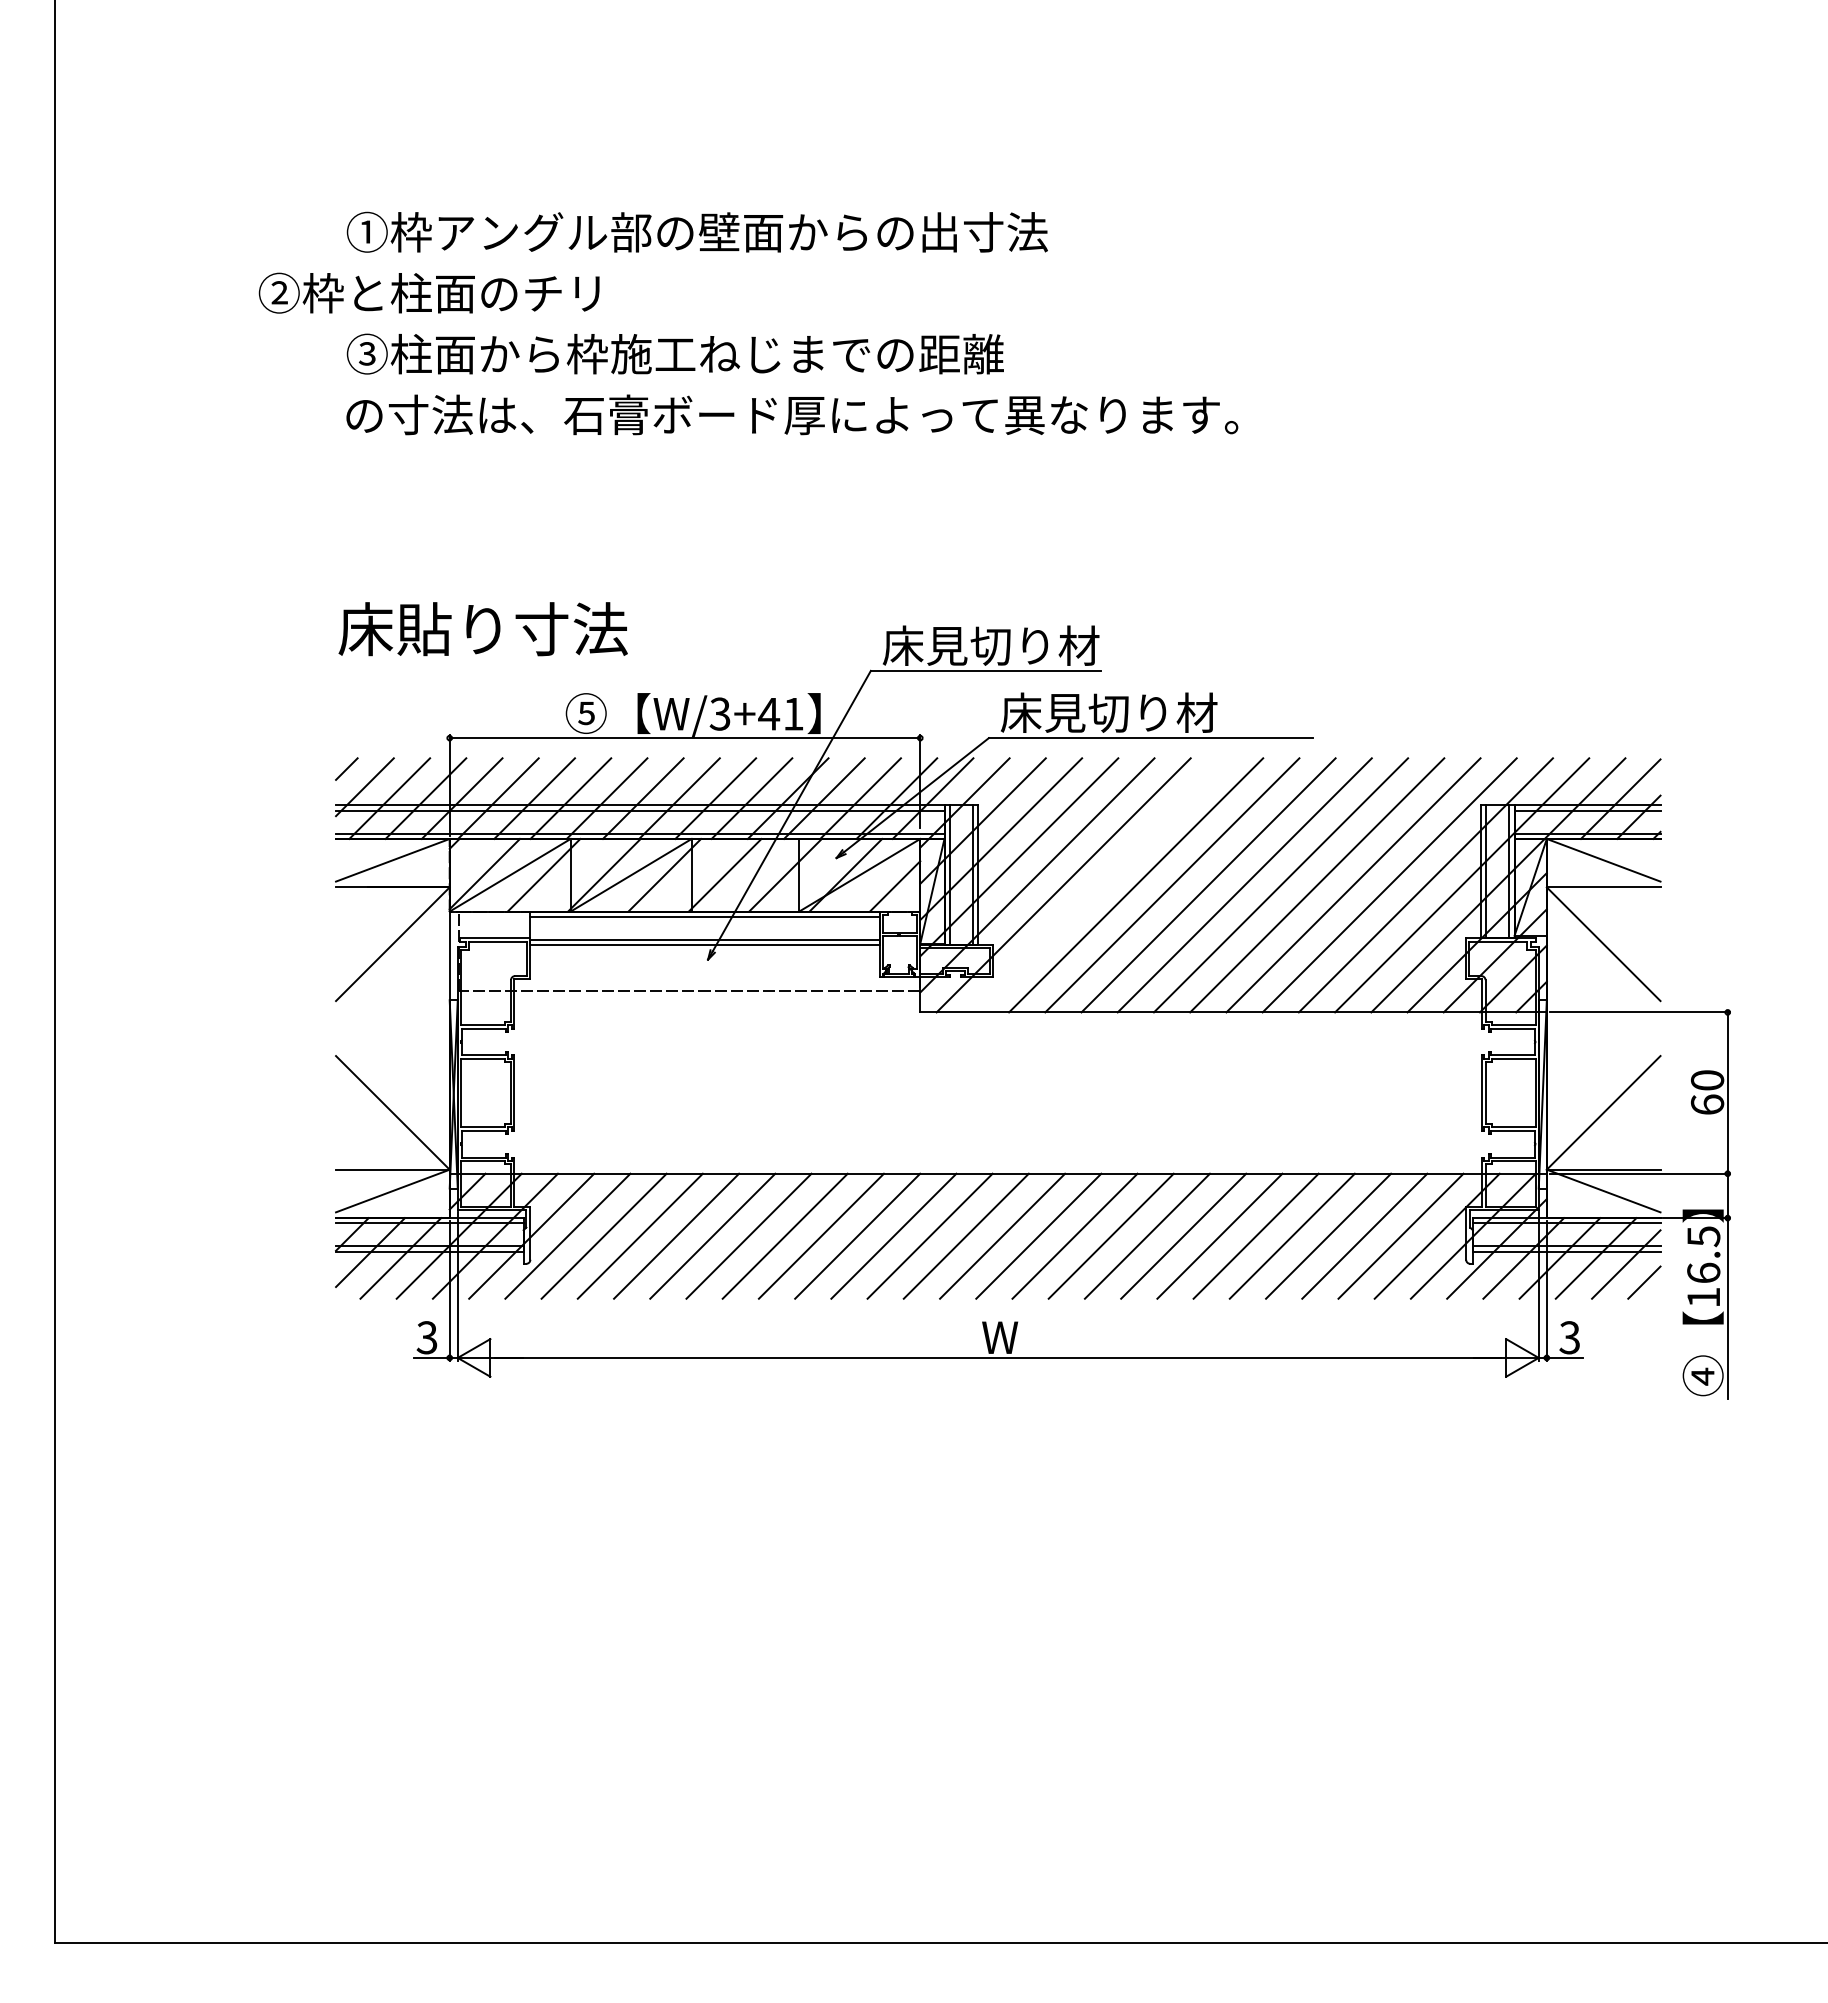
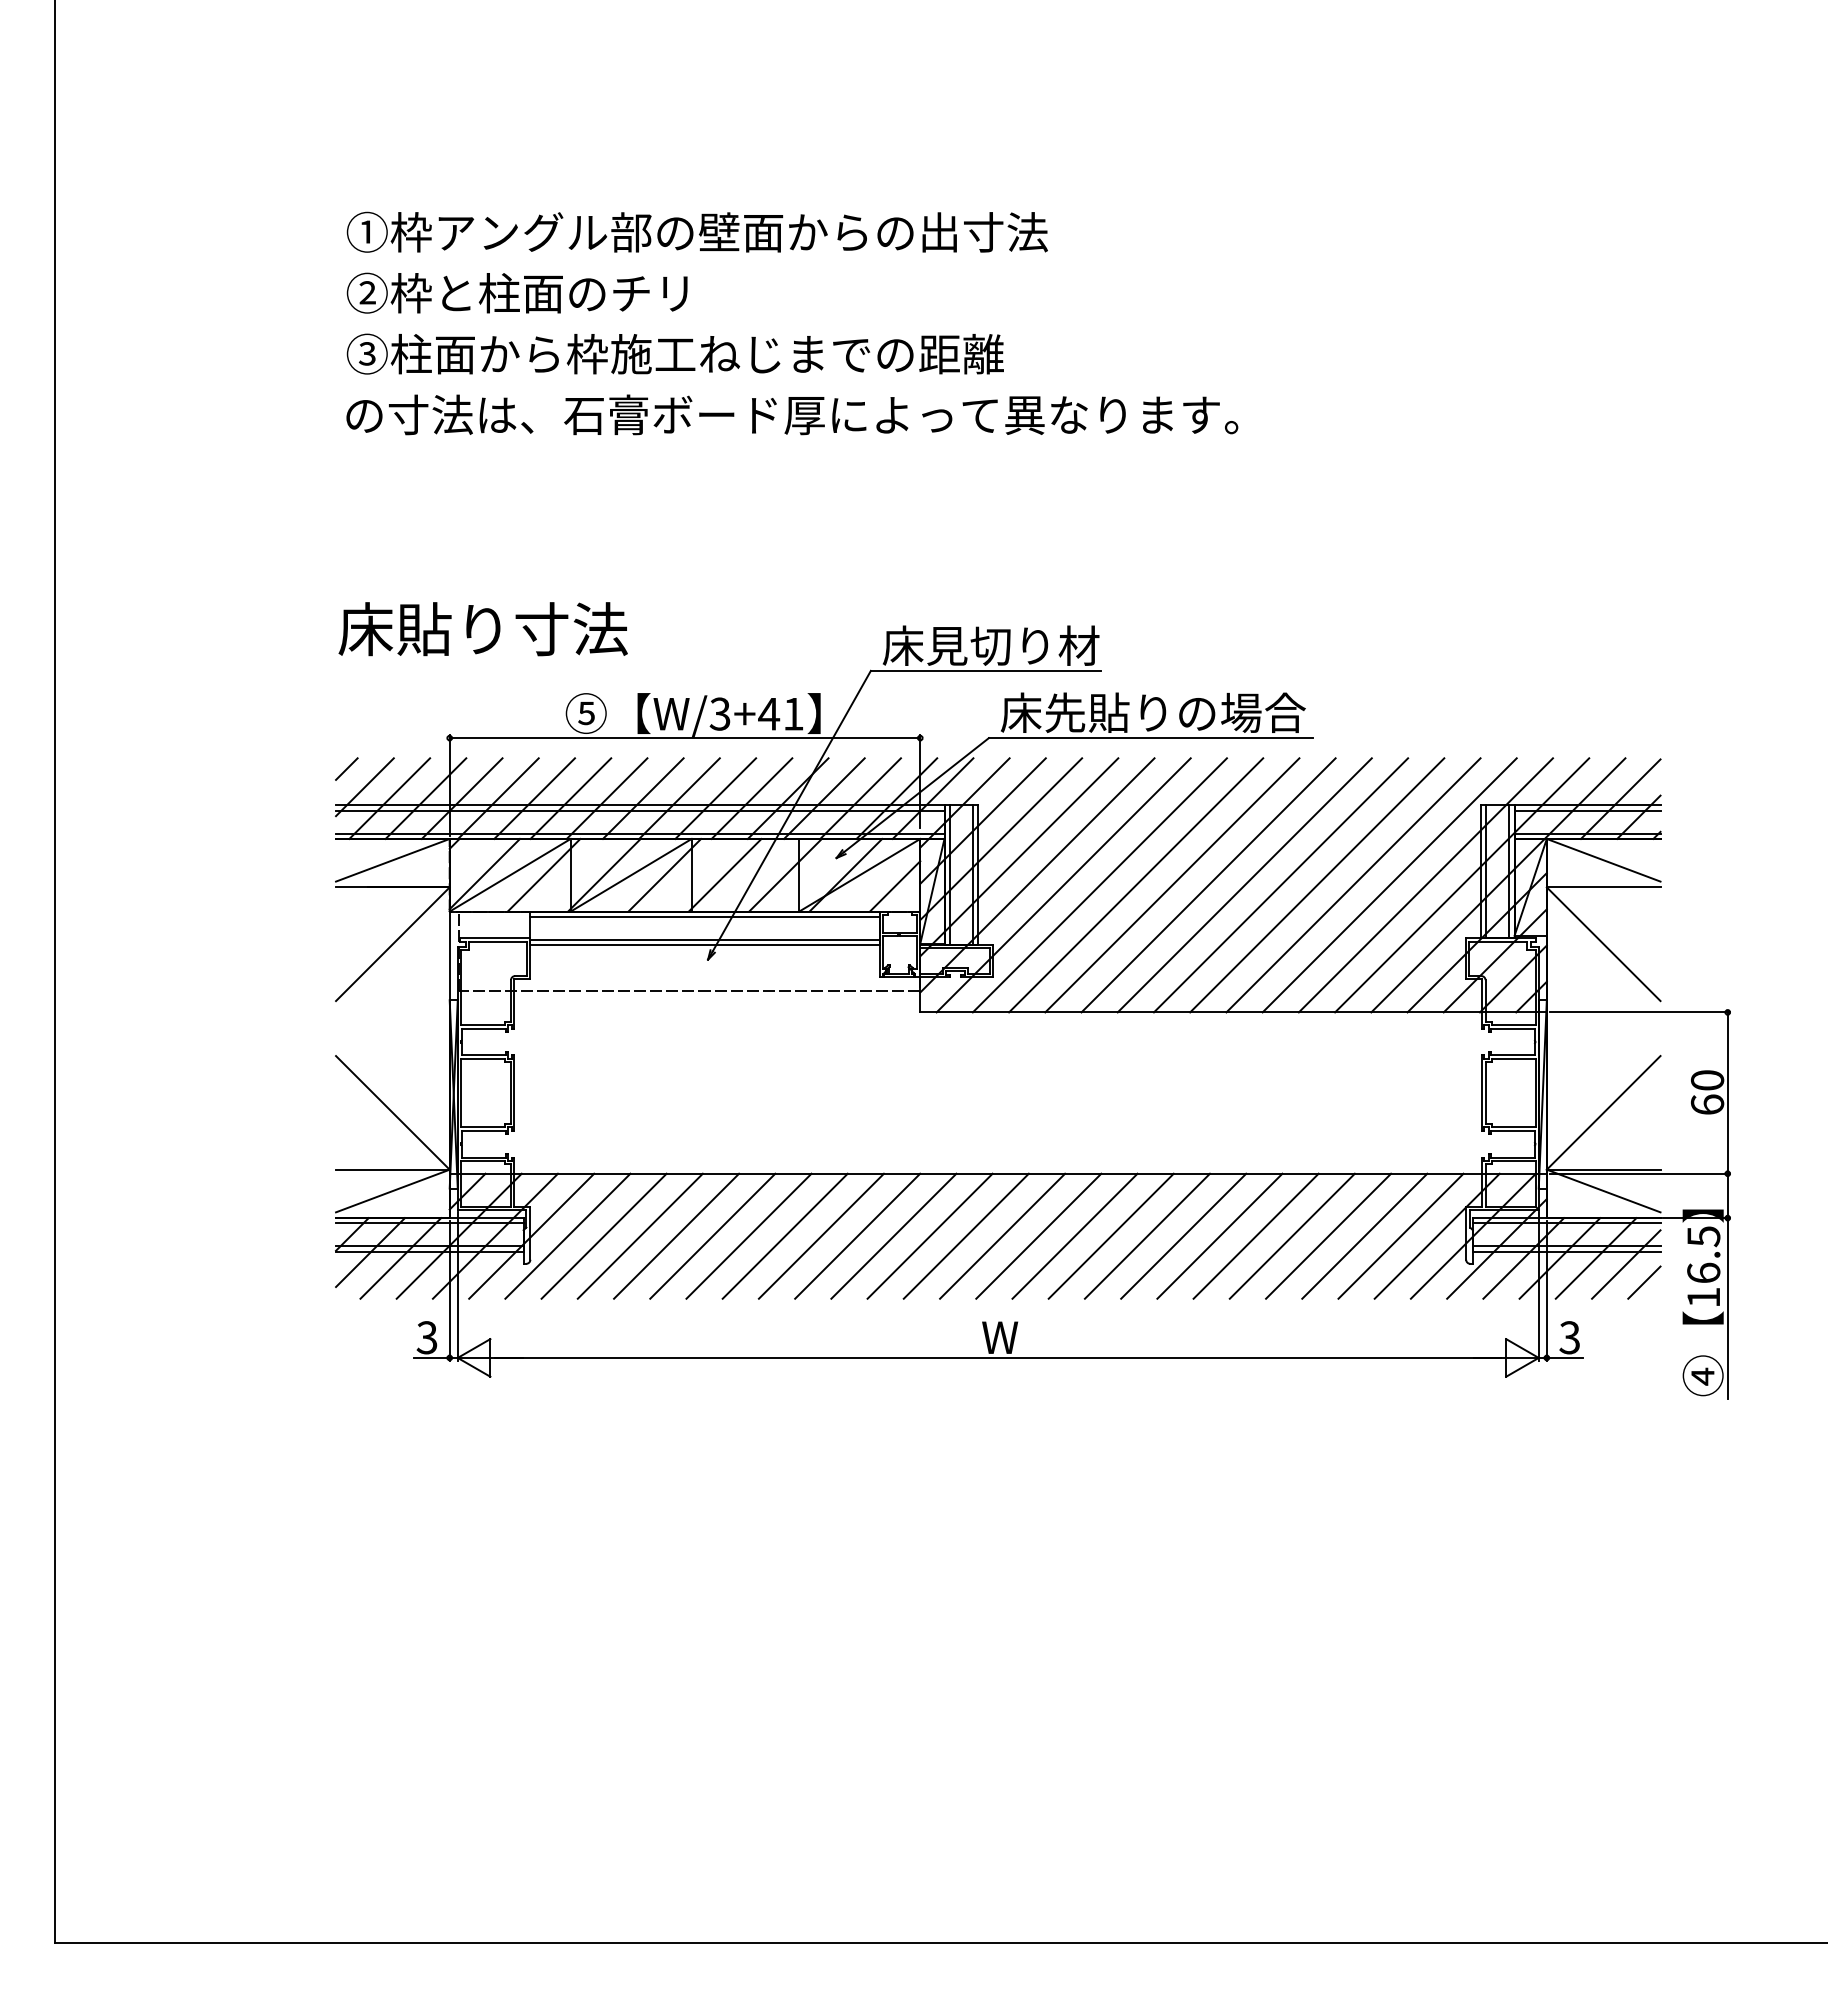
text at (428, 292) position: (428, 292) -> (516, 292)
text at (1175, 712): 床見切り材 -> 床先貼りの場合
line at (1099, 885): none -> present
